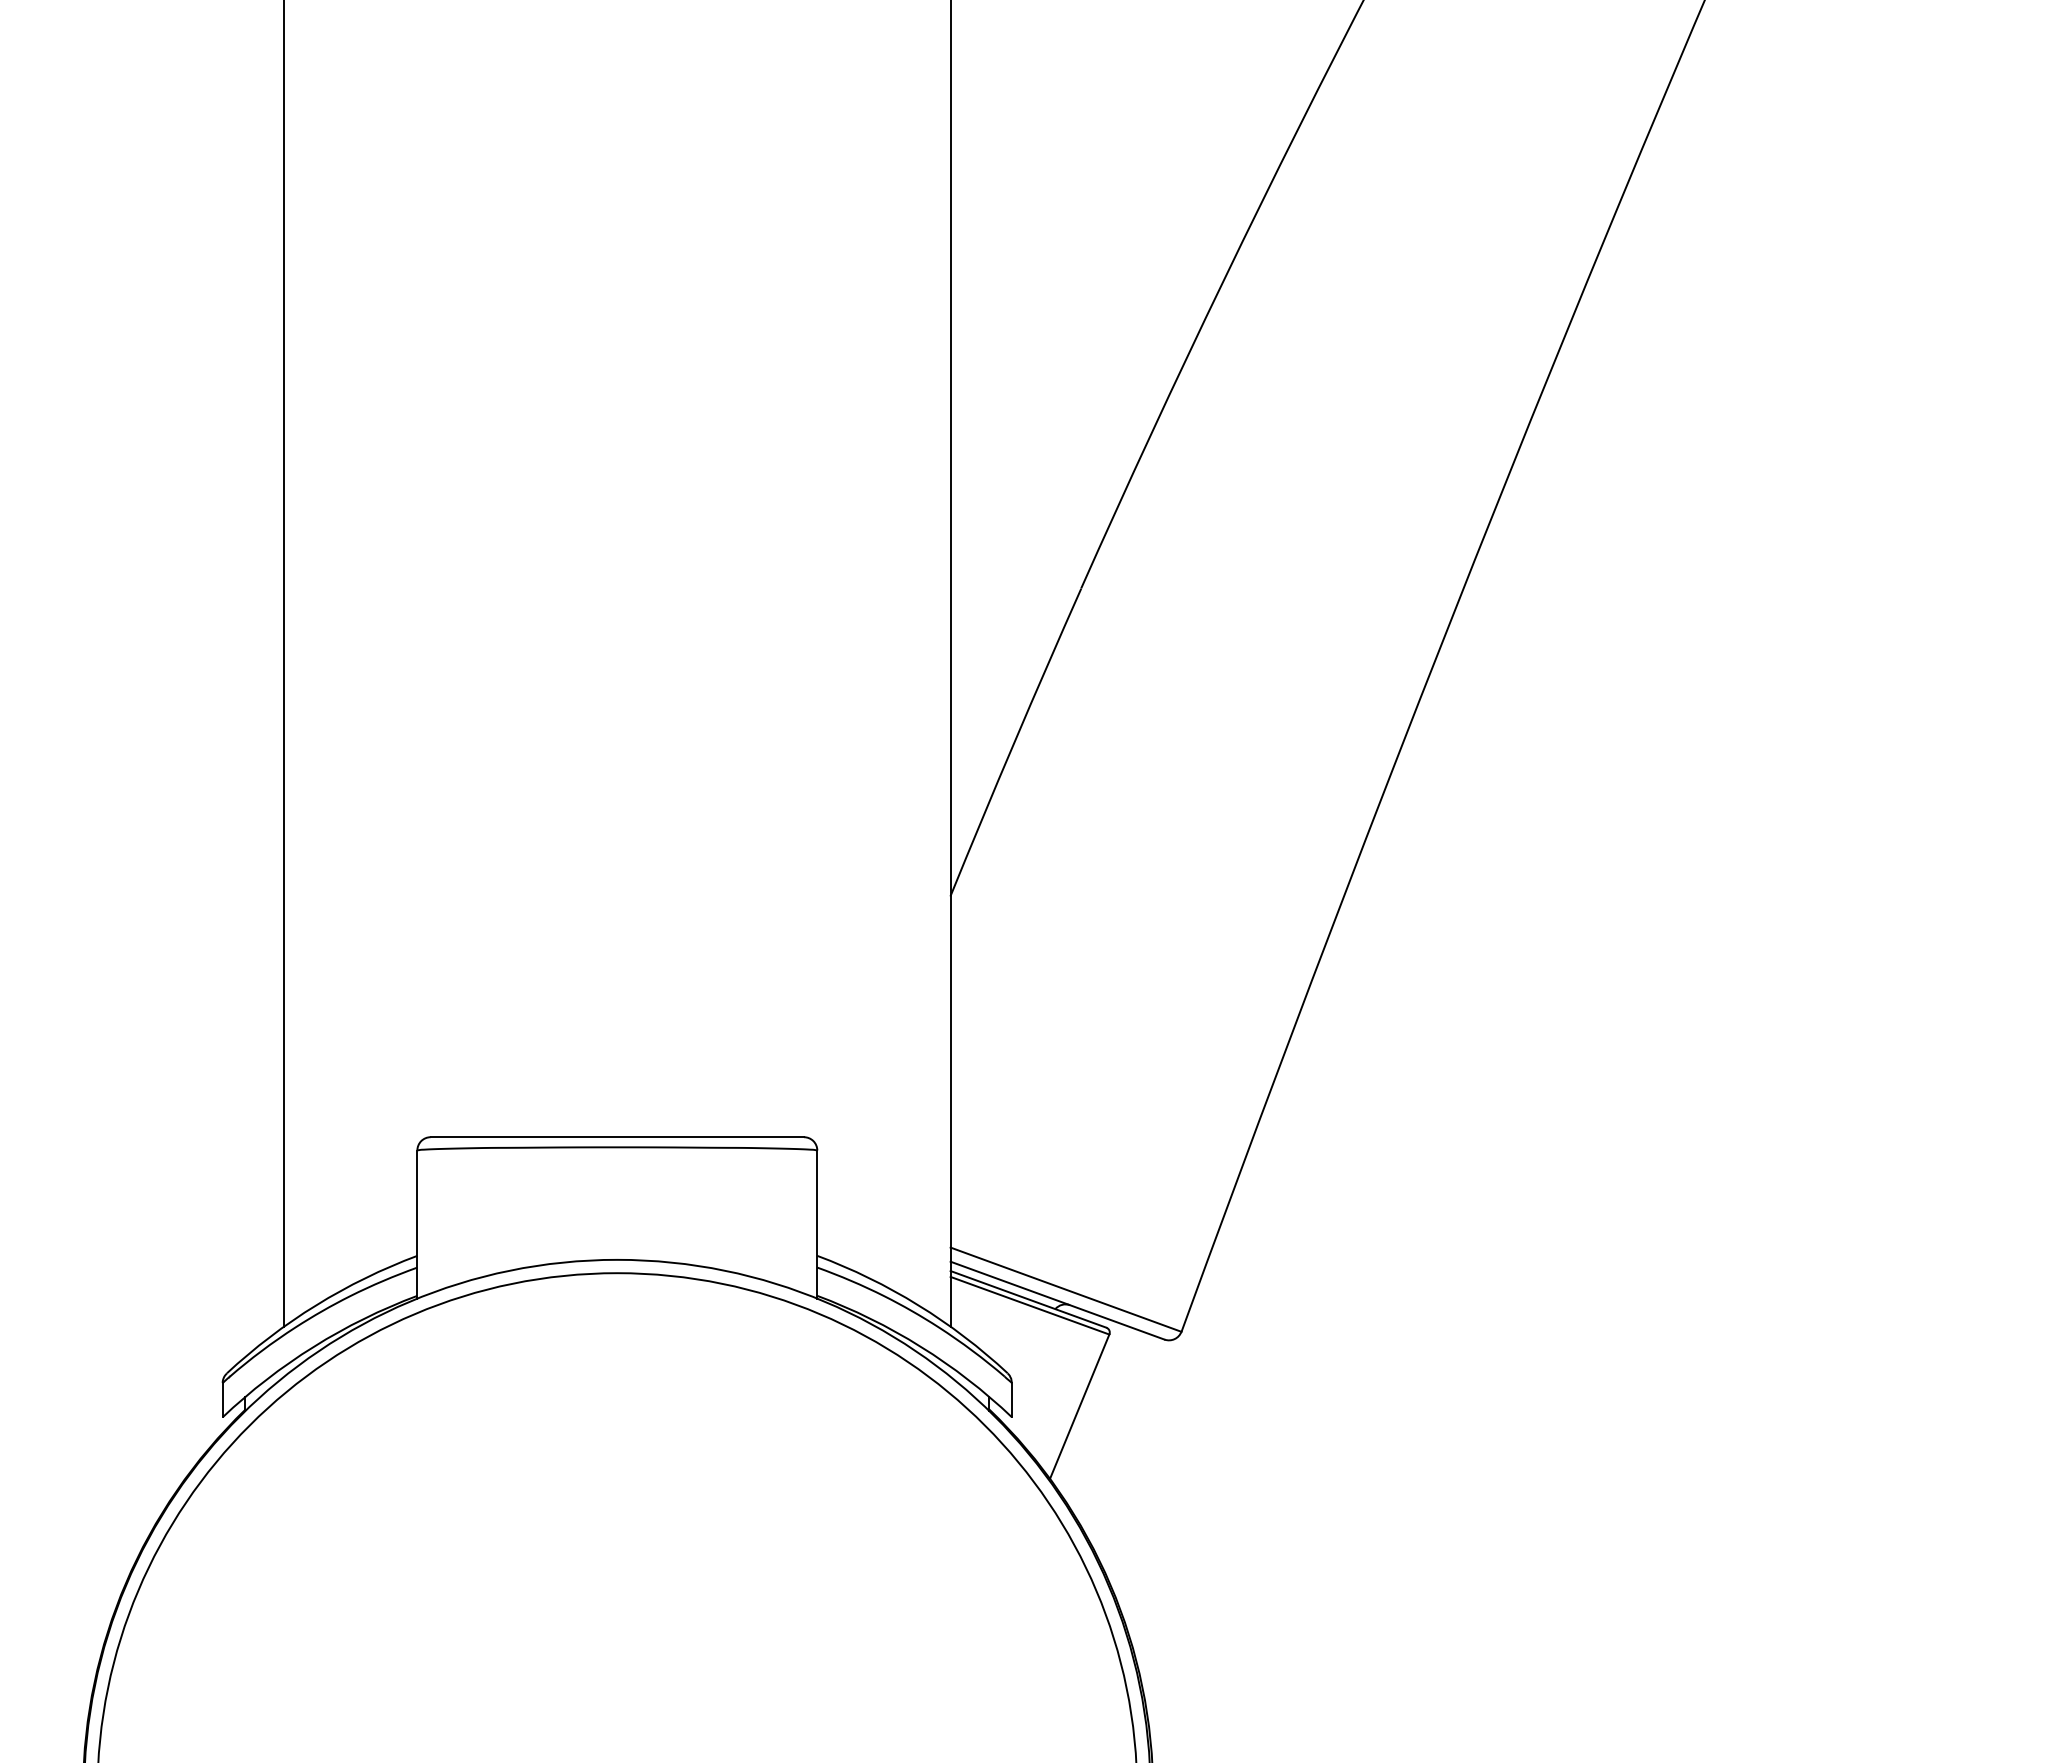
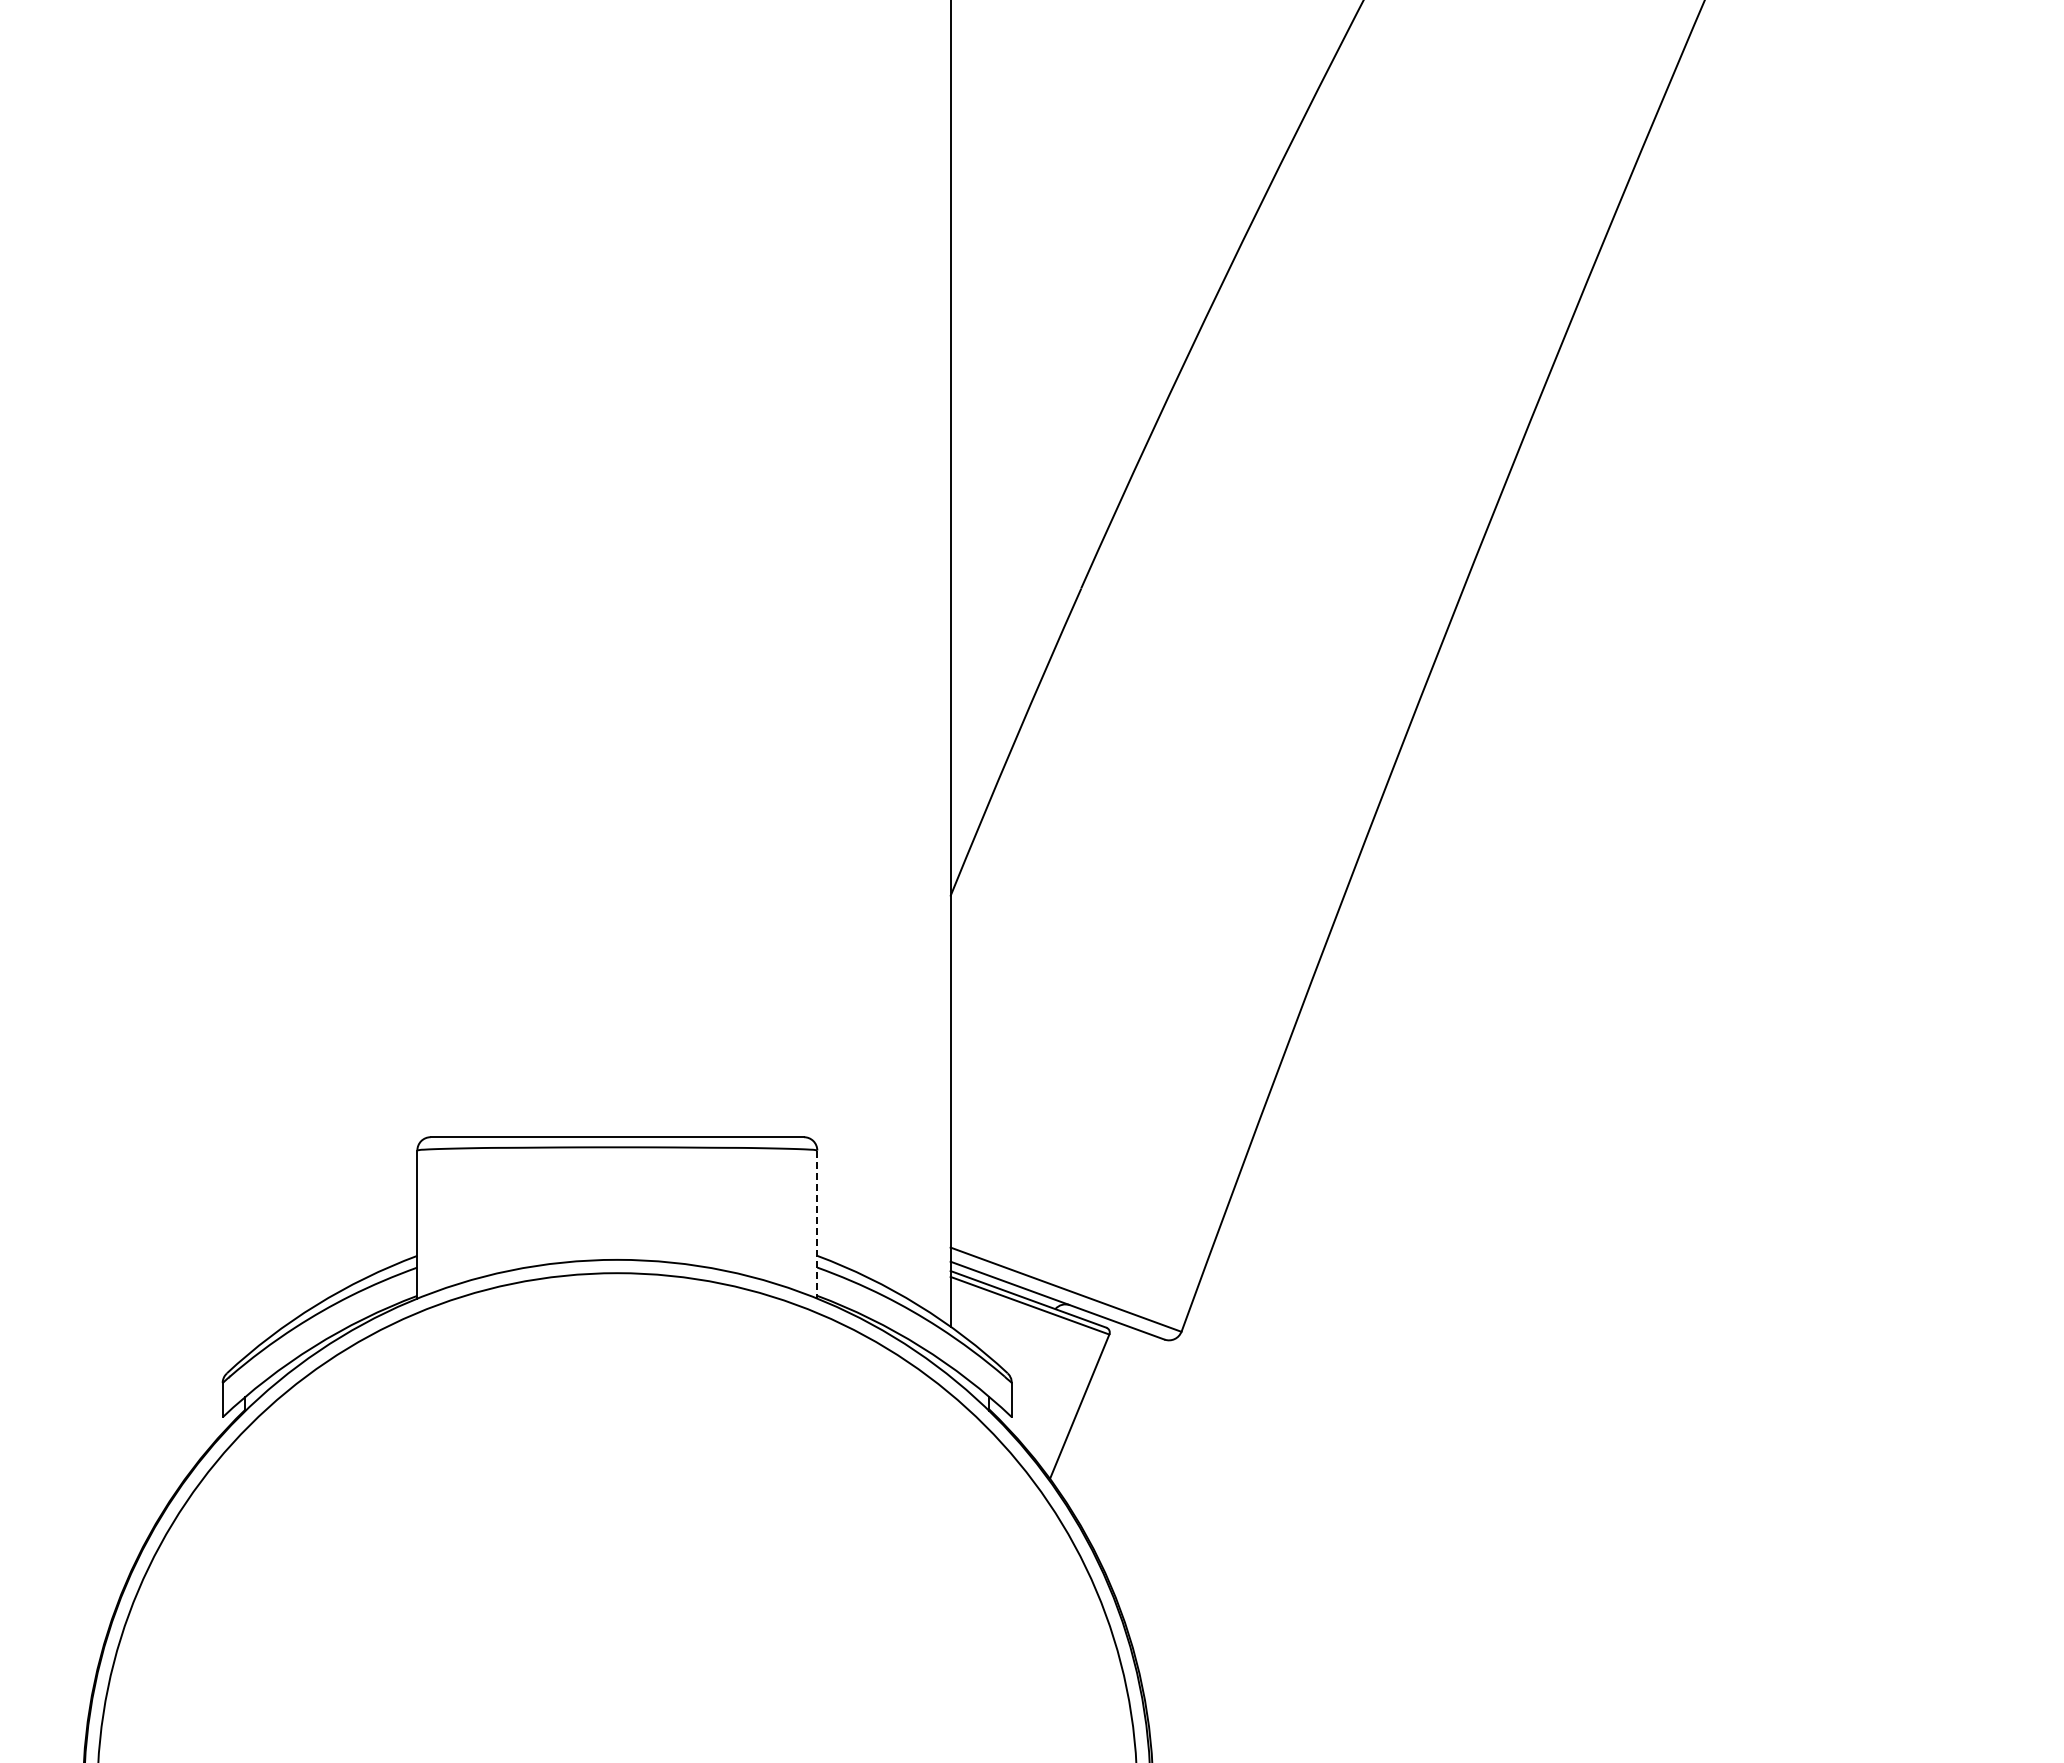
line at (284, 664): present -> none
line at (817, 1225): solid -> dashed
